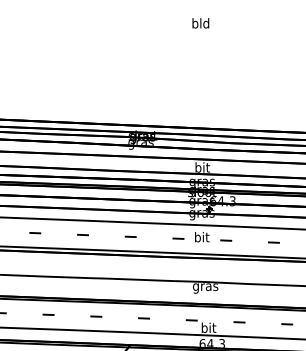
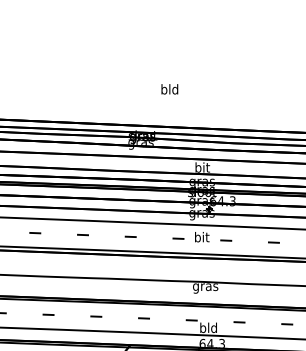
text at (200, 23) position: (200, 23) -> (169, 89)
text at (208, 327): bit -> bld
